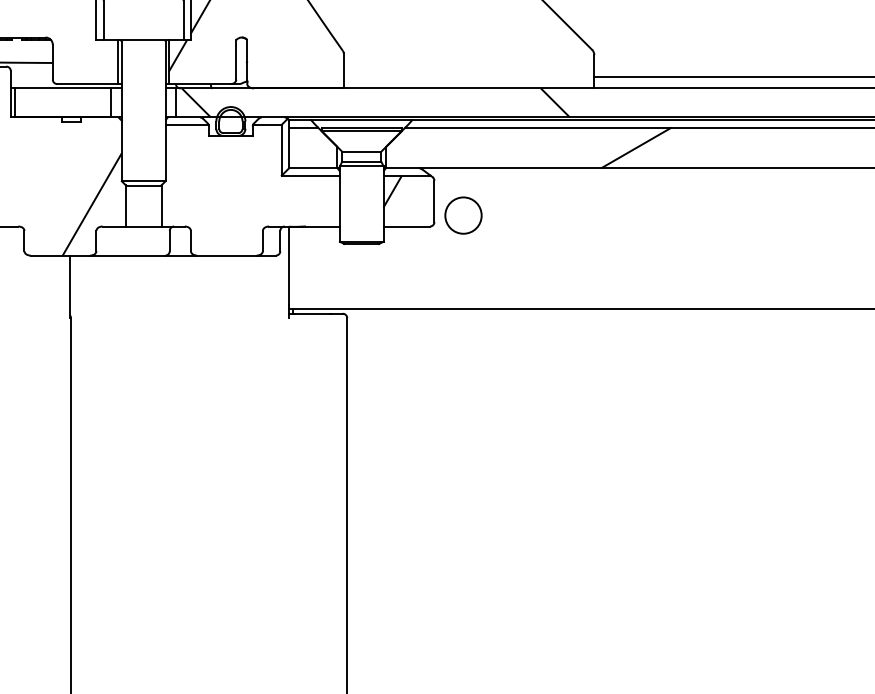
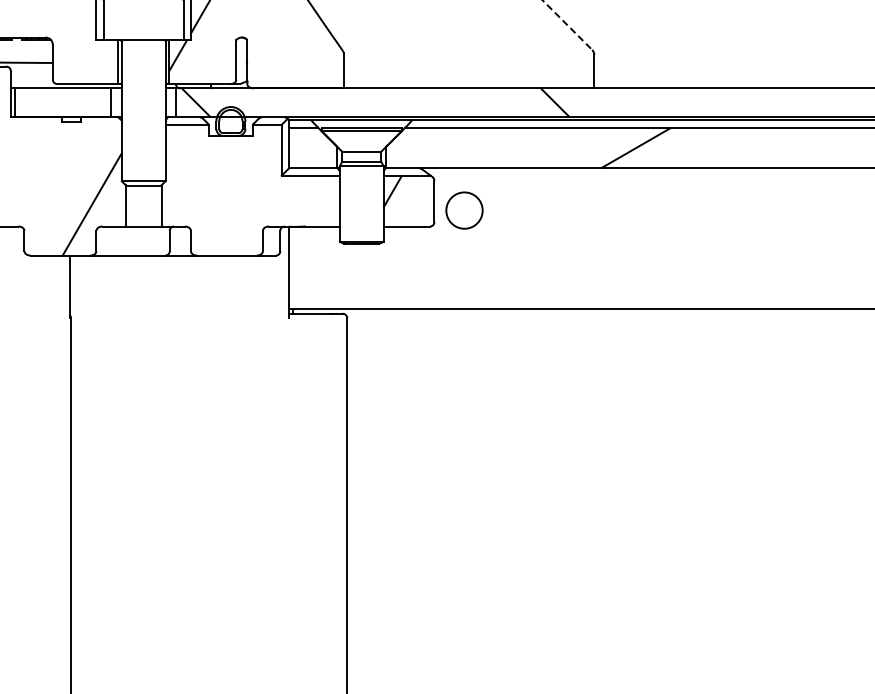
line at (567, 25): solid -> dashed
line at (732, 76): present -> none
circle at (463, 215) position: (463, 215) -> (464, 210)
